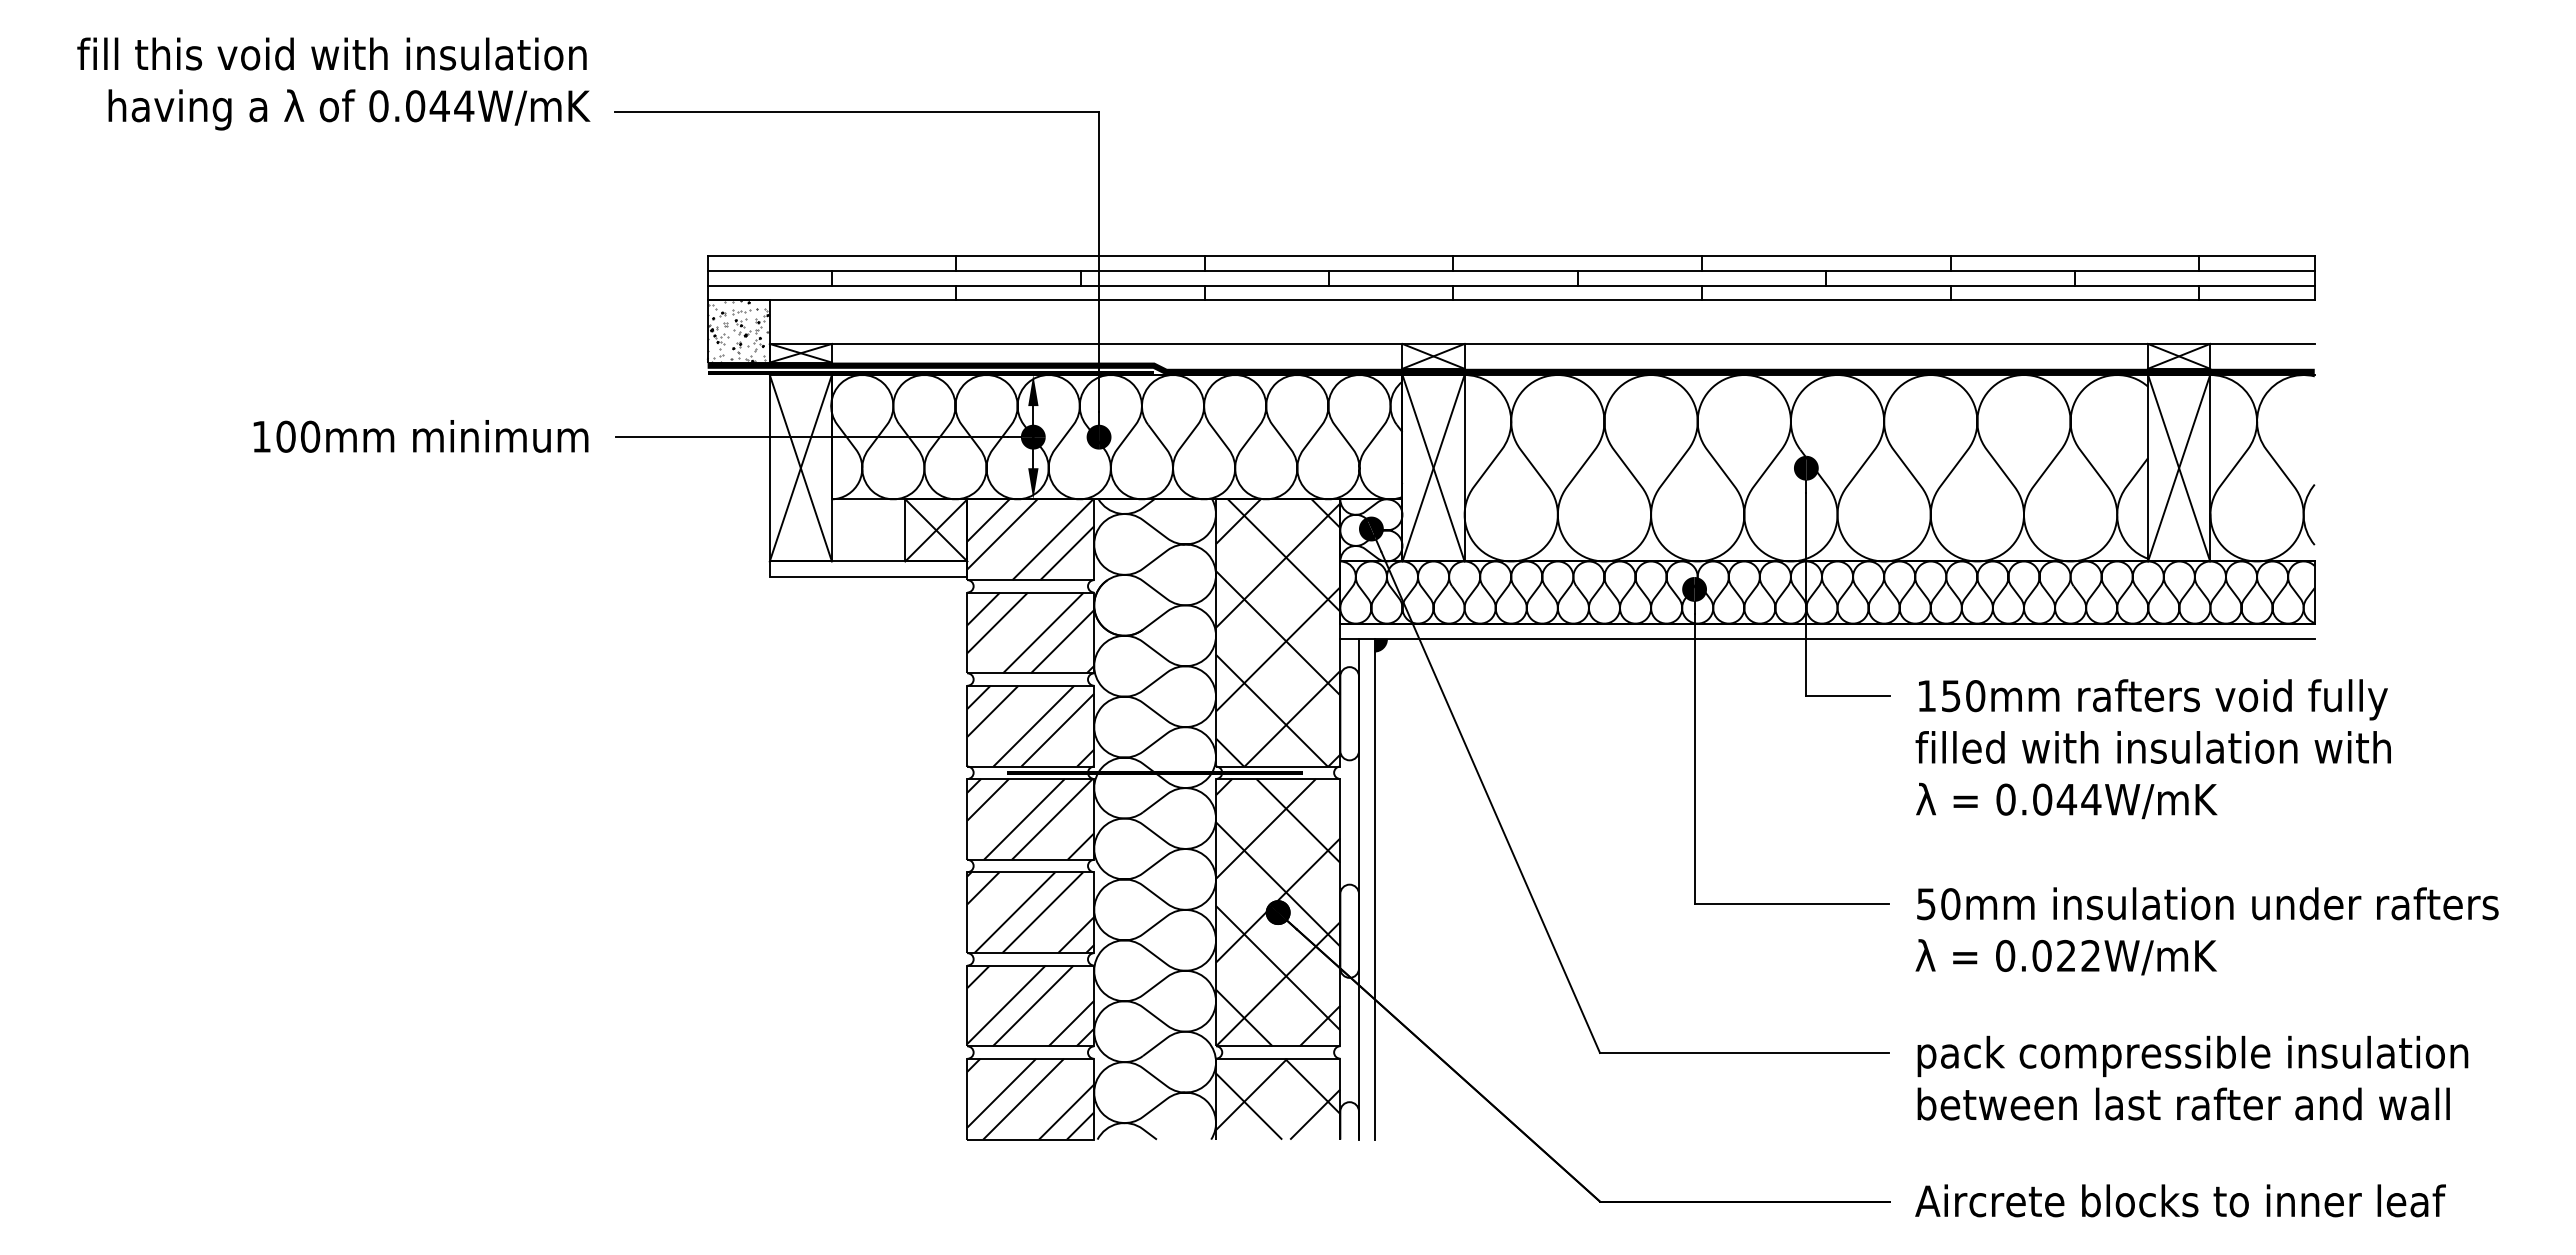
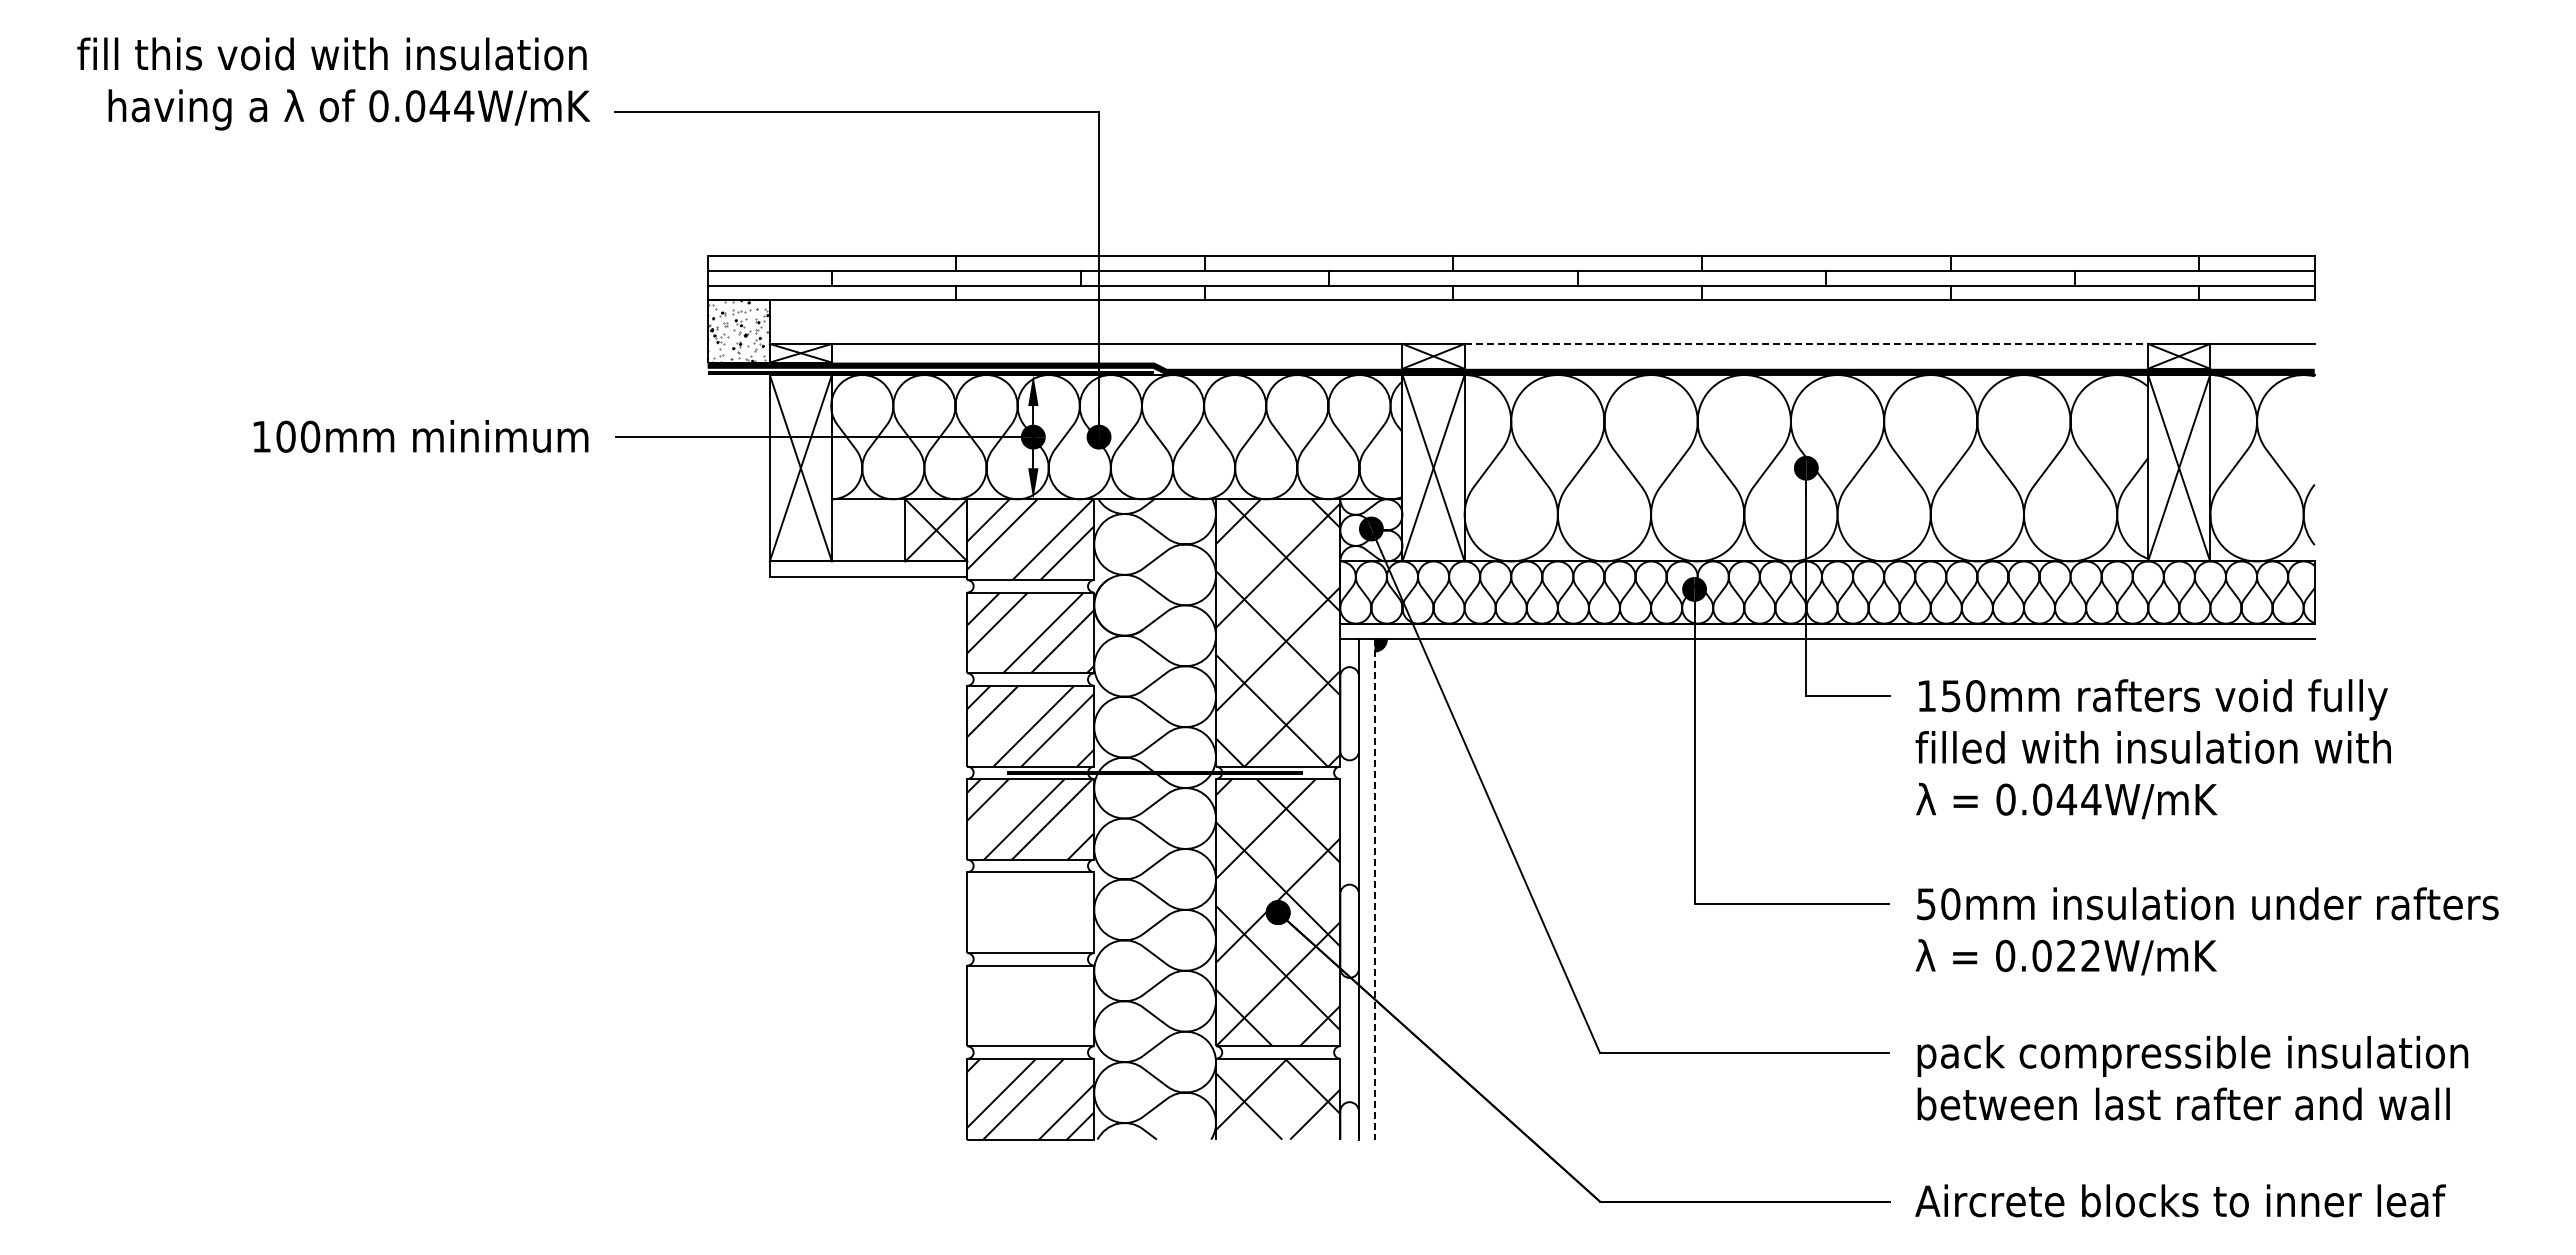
line at (1806, 343): solid -> dashed
line at (1374, 889): solid -> dashed
hatch at (1030, 912): present -> none
hatch at (1030, 1005): present -> none
